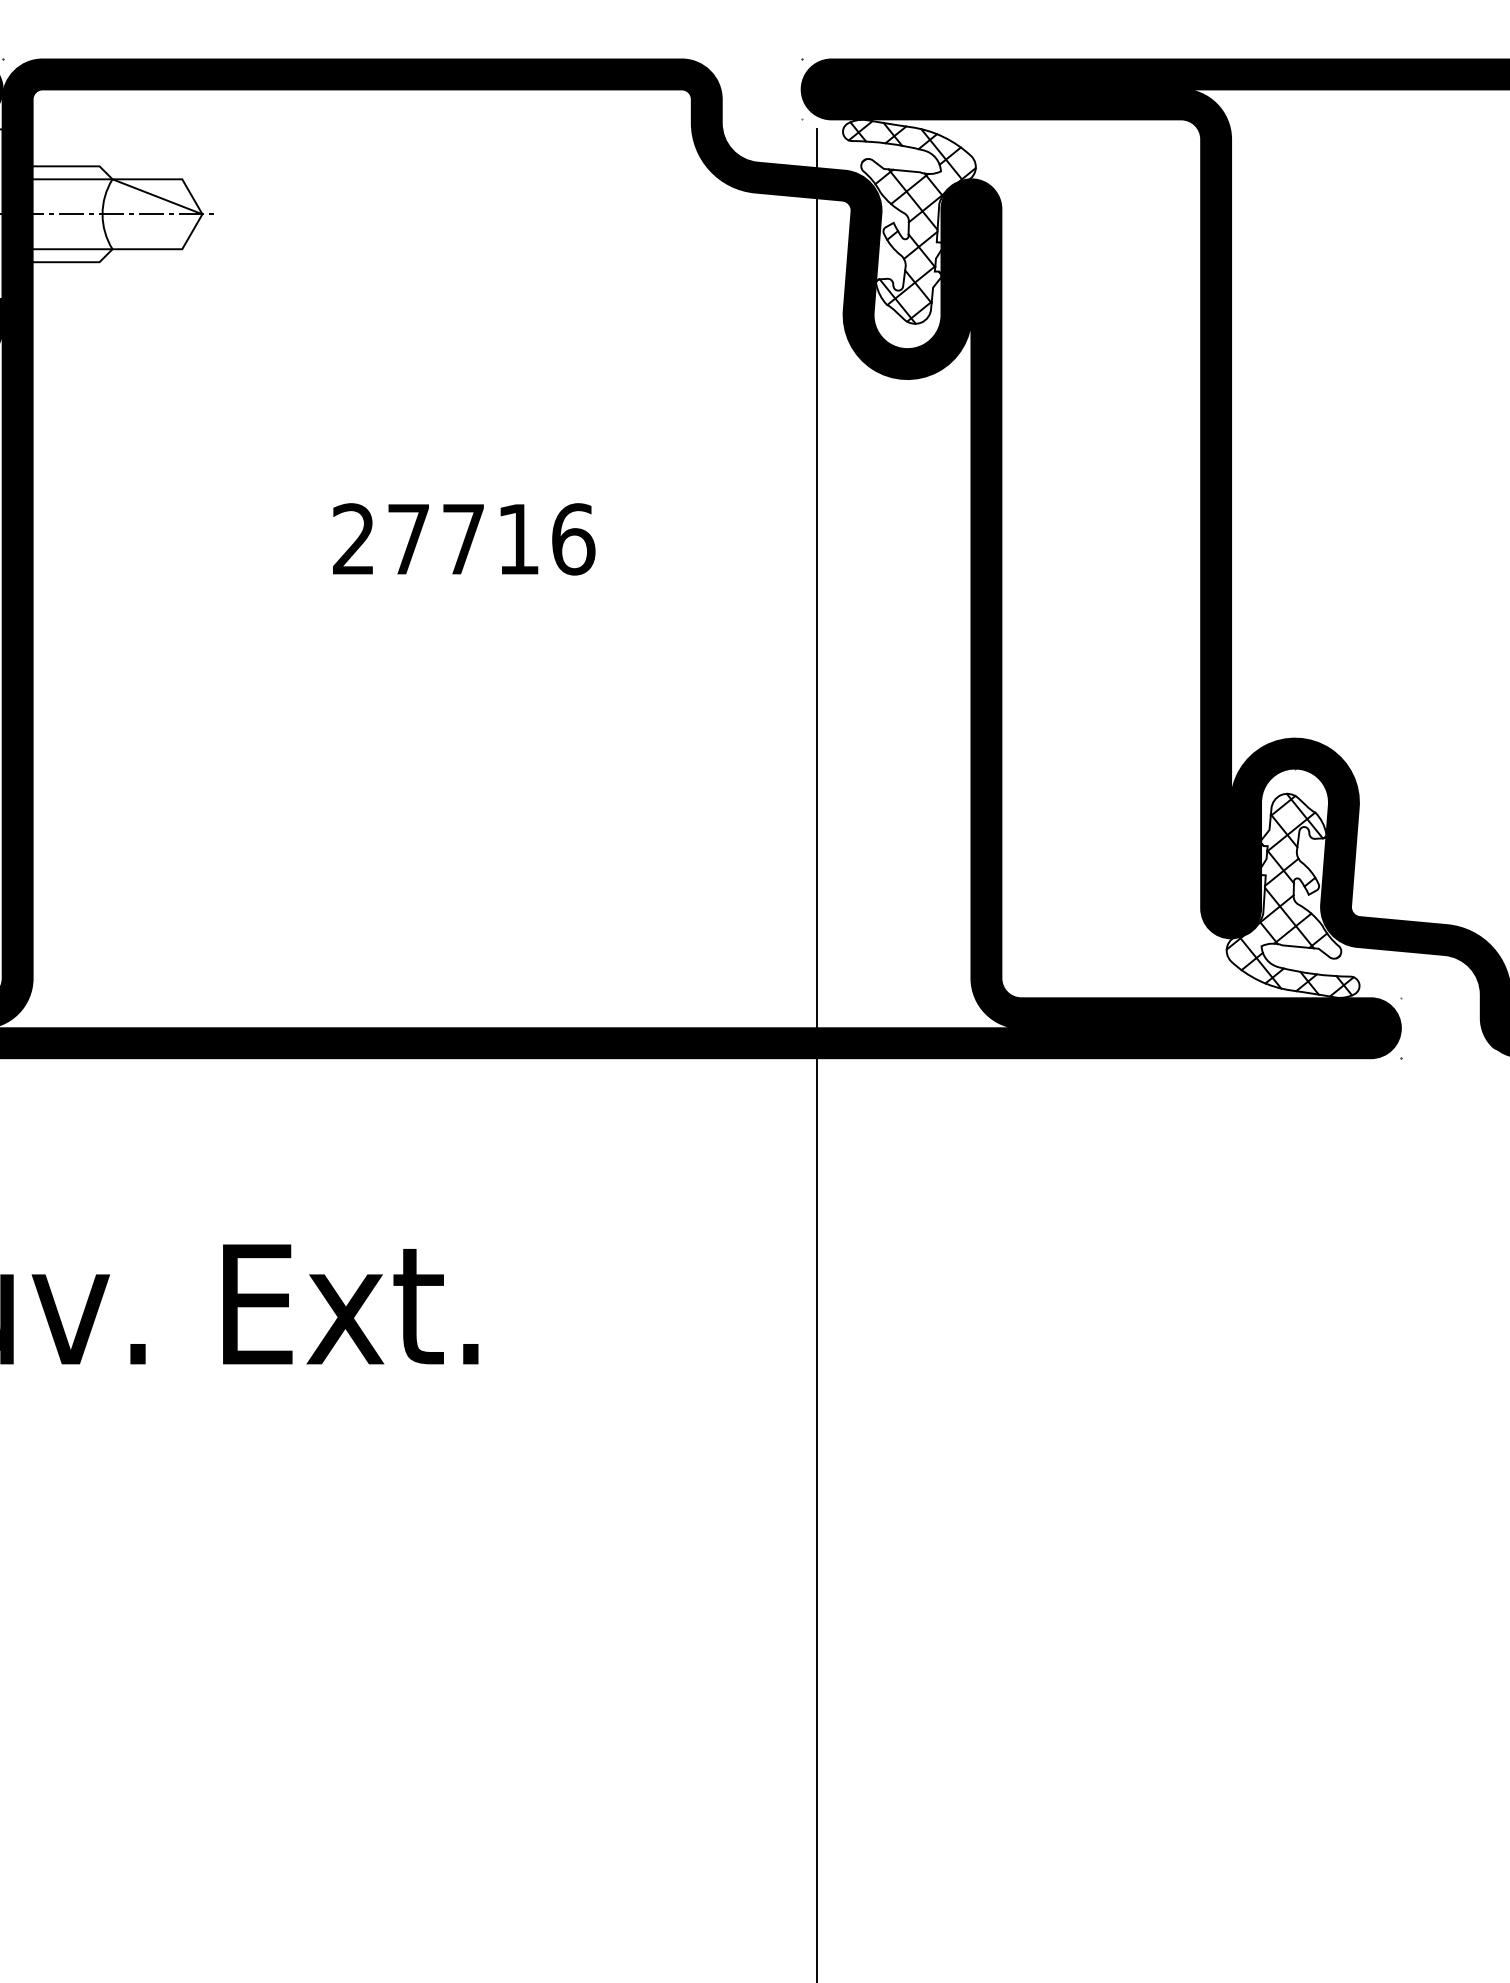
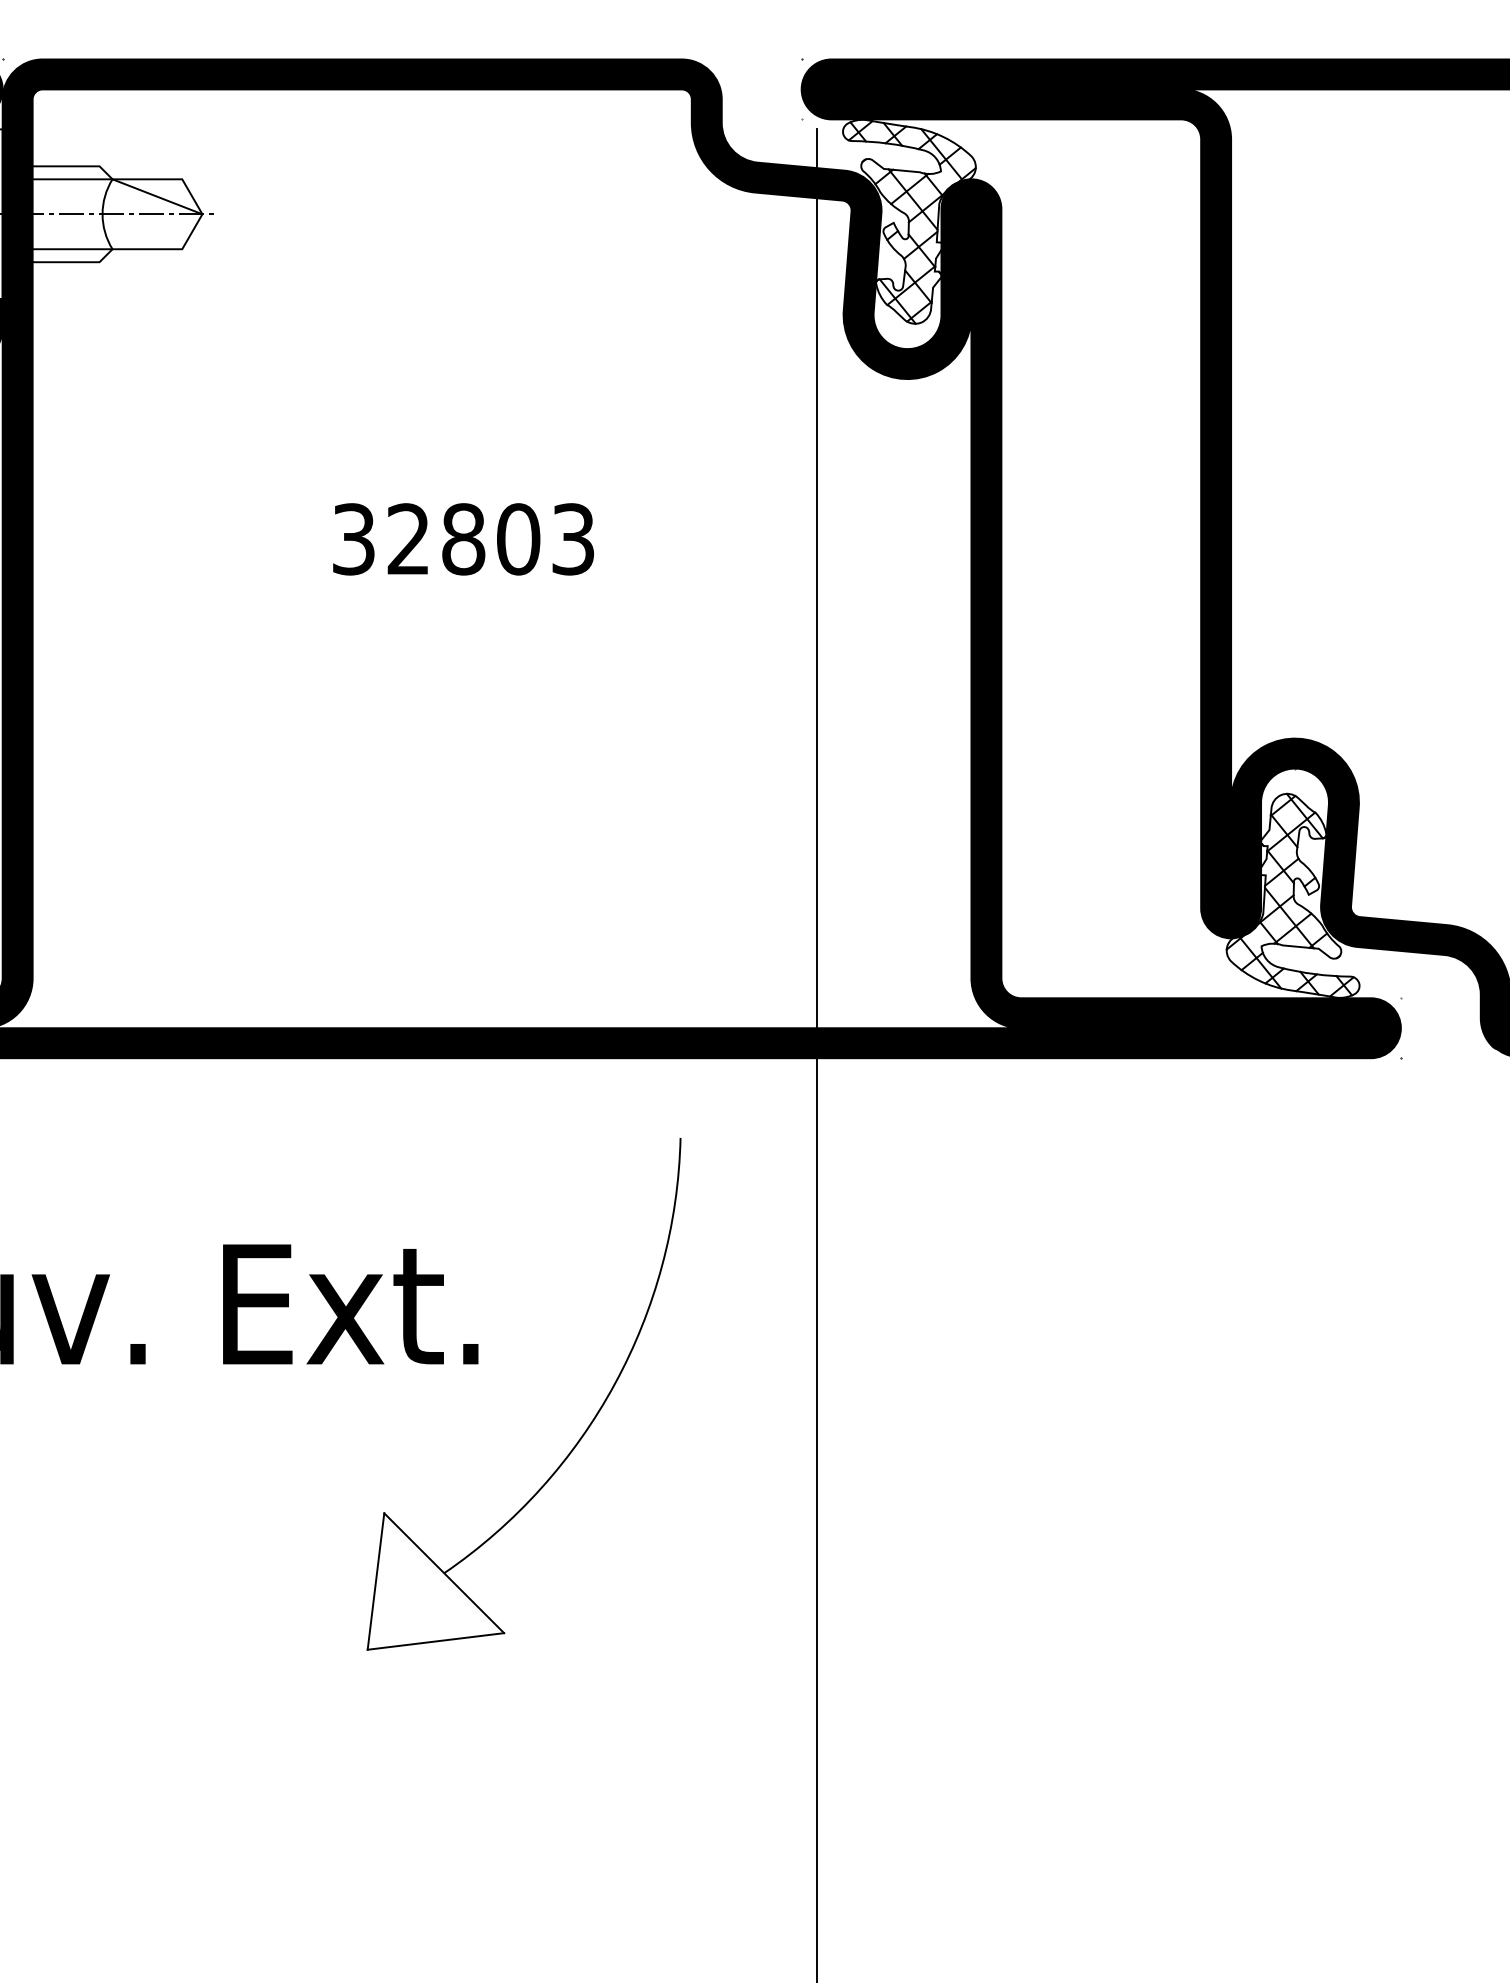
text at (464, 539): 27716 -> 32803
part at (581, 1435): none -> present
